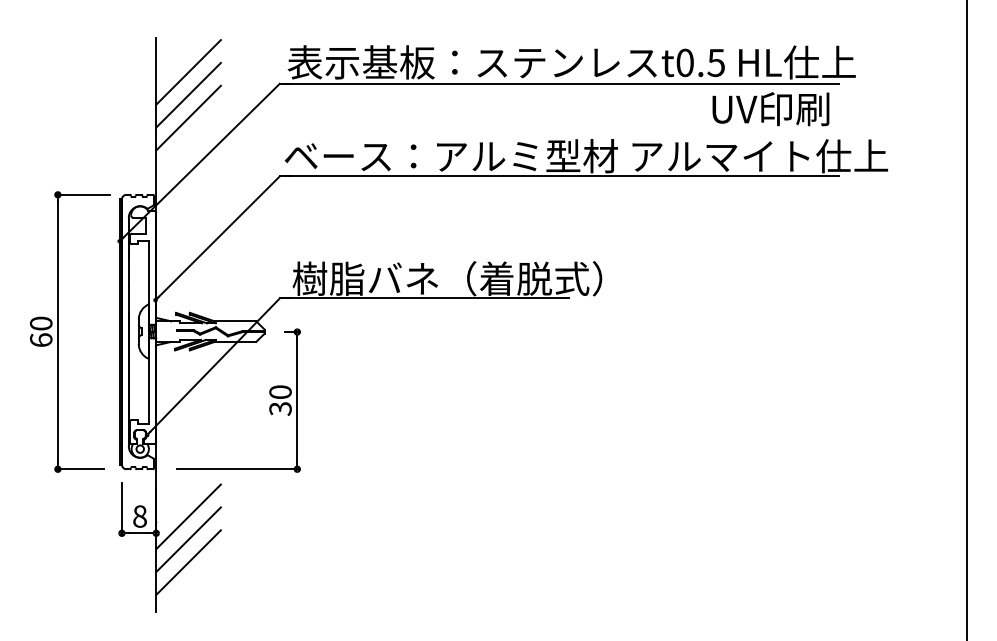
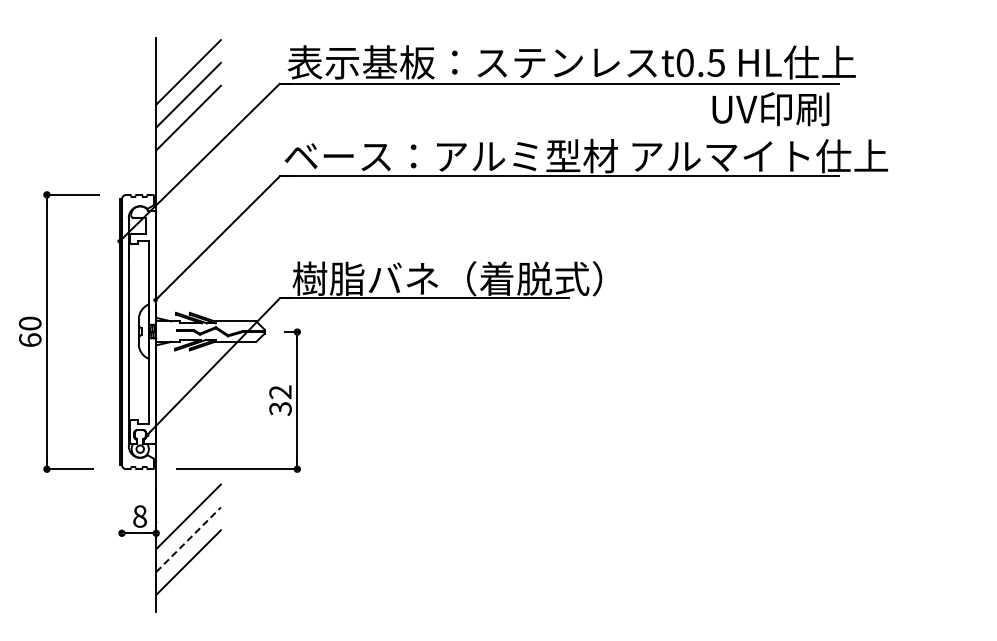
line at (967, 319): present -> none
part at (58, 331) position: (58, 331) -> (47, 331)
text at (280, 392): 30 -> 32
line at (121, 507): present -> none
line at (188, 539): solid -> dashed
